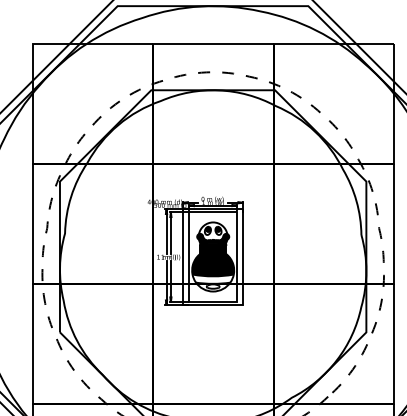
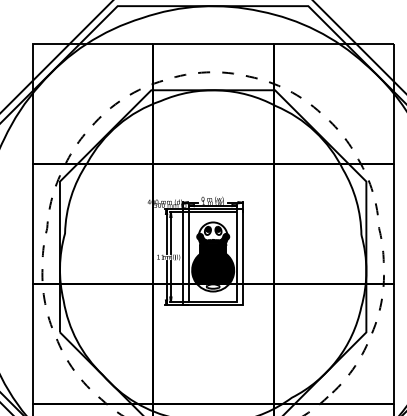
fill at (212, 278): none -> present
